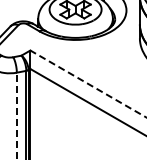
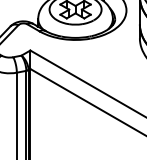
line at (88, 83): dashed -> solid
line at (16, 115): dashed -> solid
